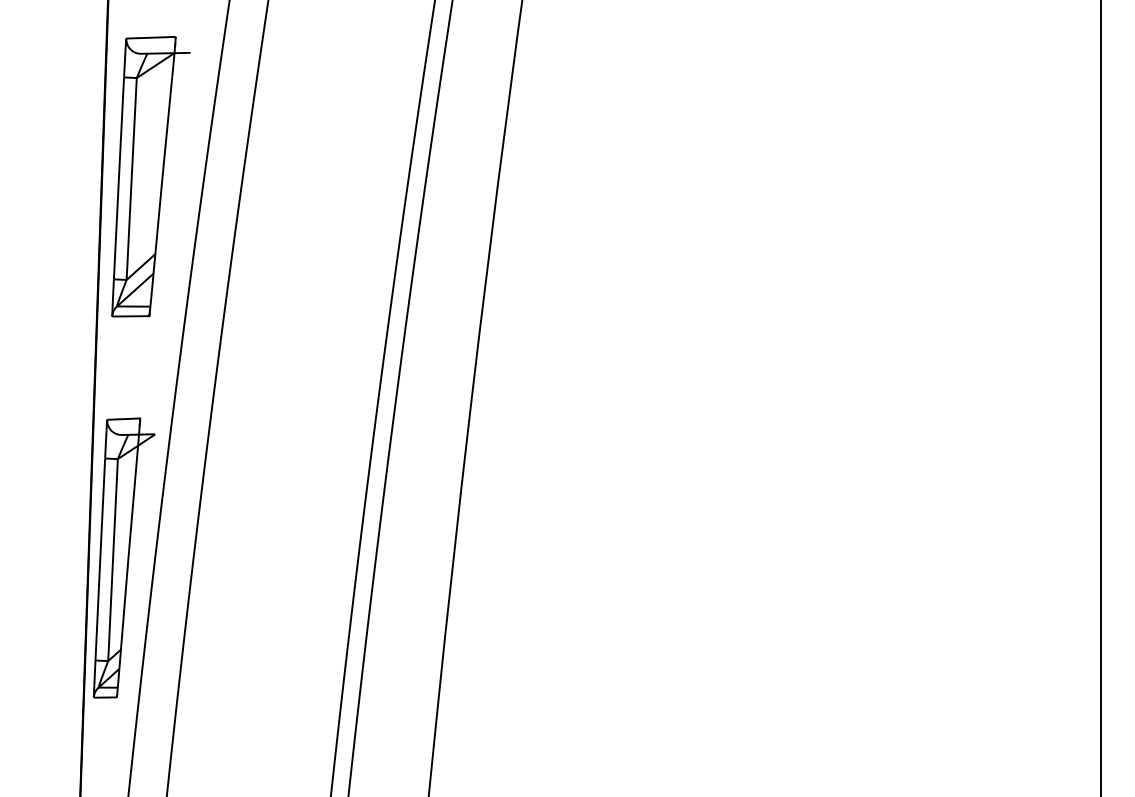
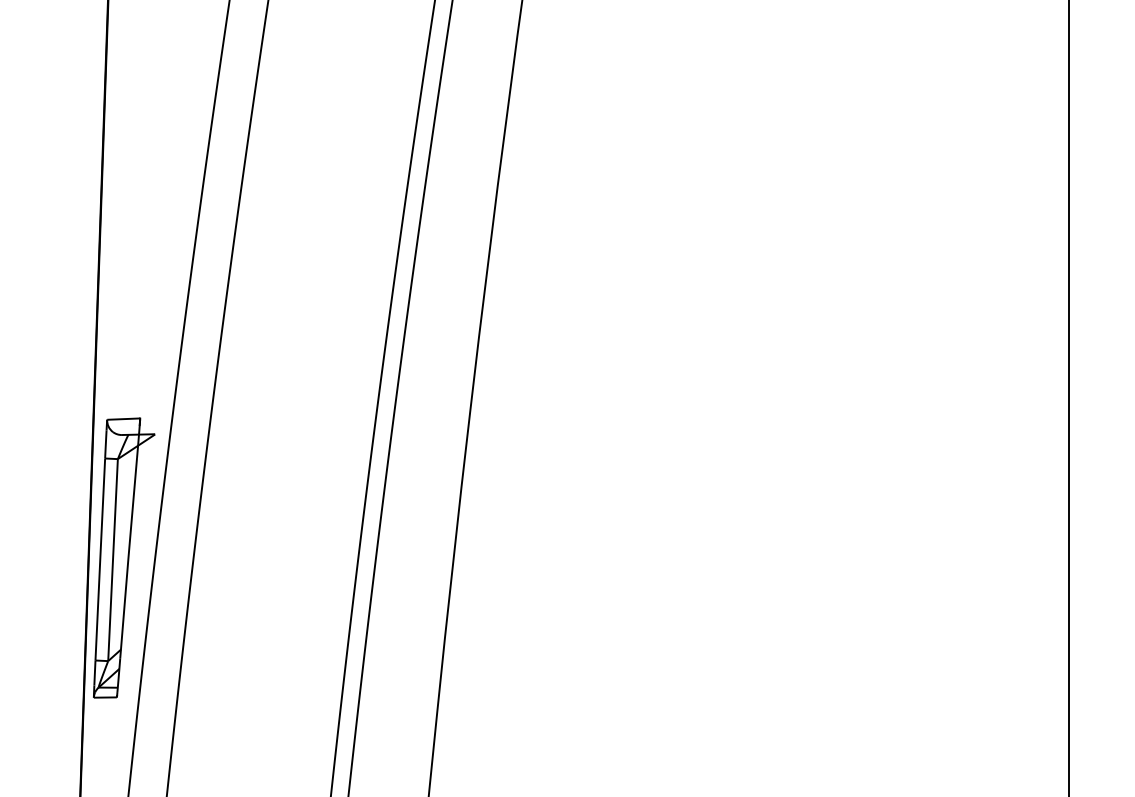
part at (150, 176): present -> none
line at (1100, 397) position: (1100, 397) -> (1068, 397)
